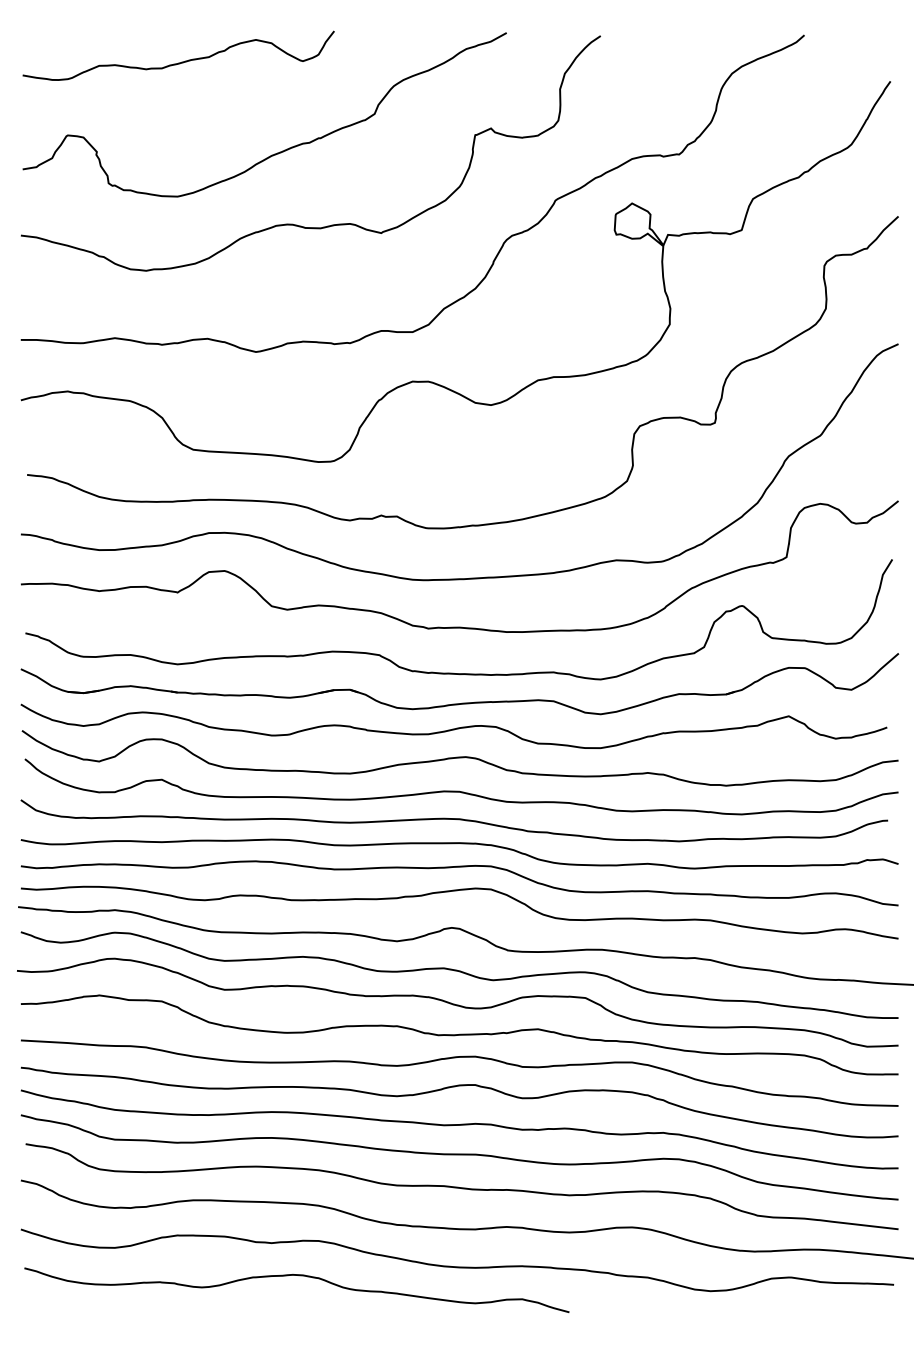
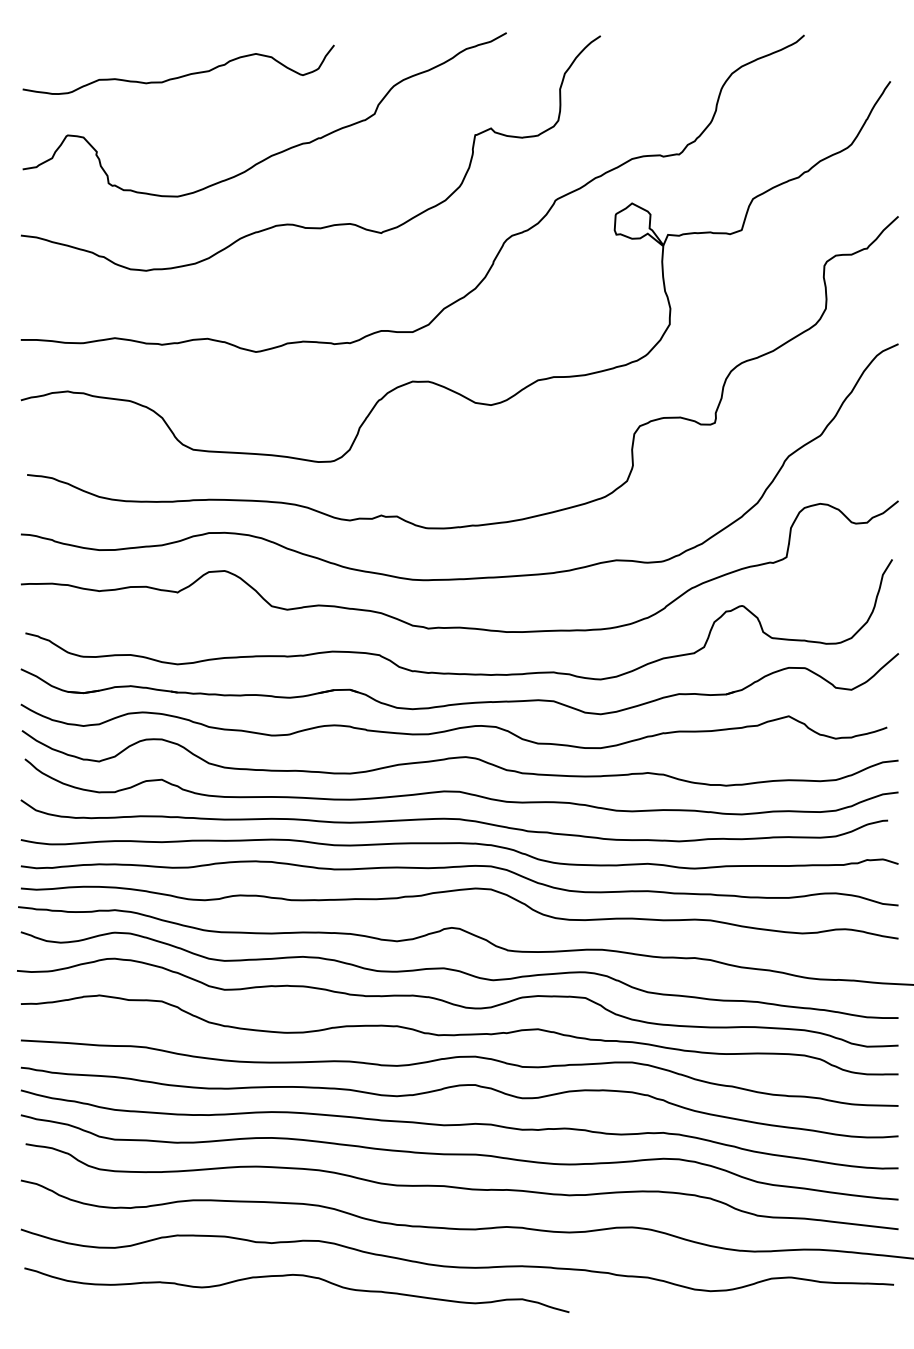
curve at (181, 61) position: (181, 61) -> (181, 75)
